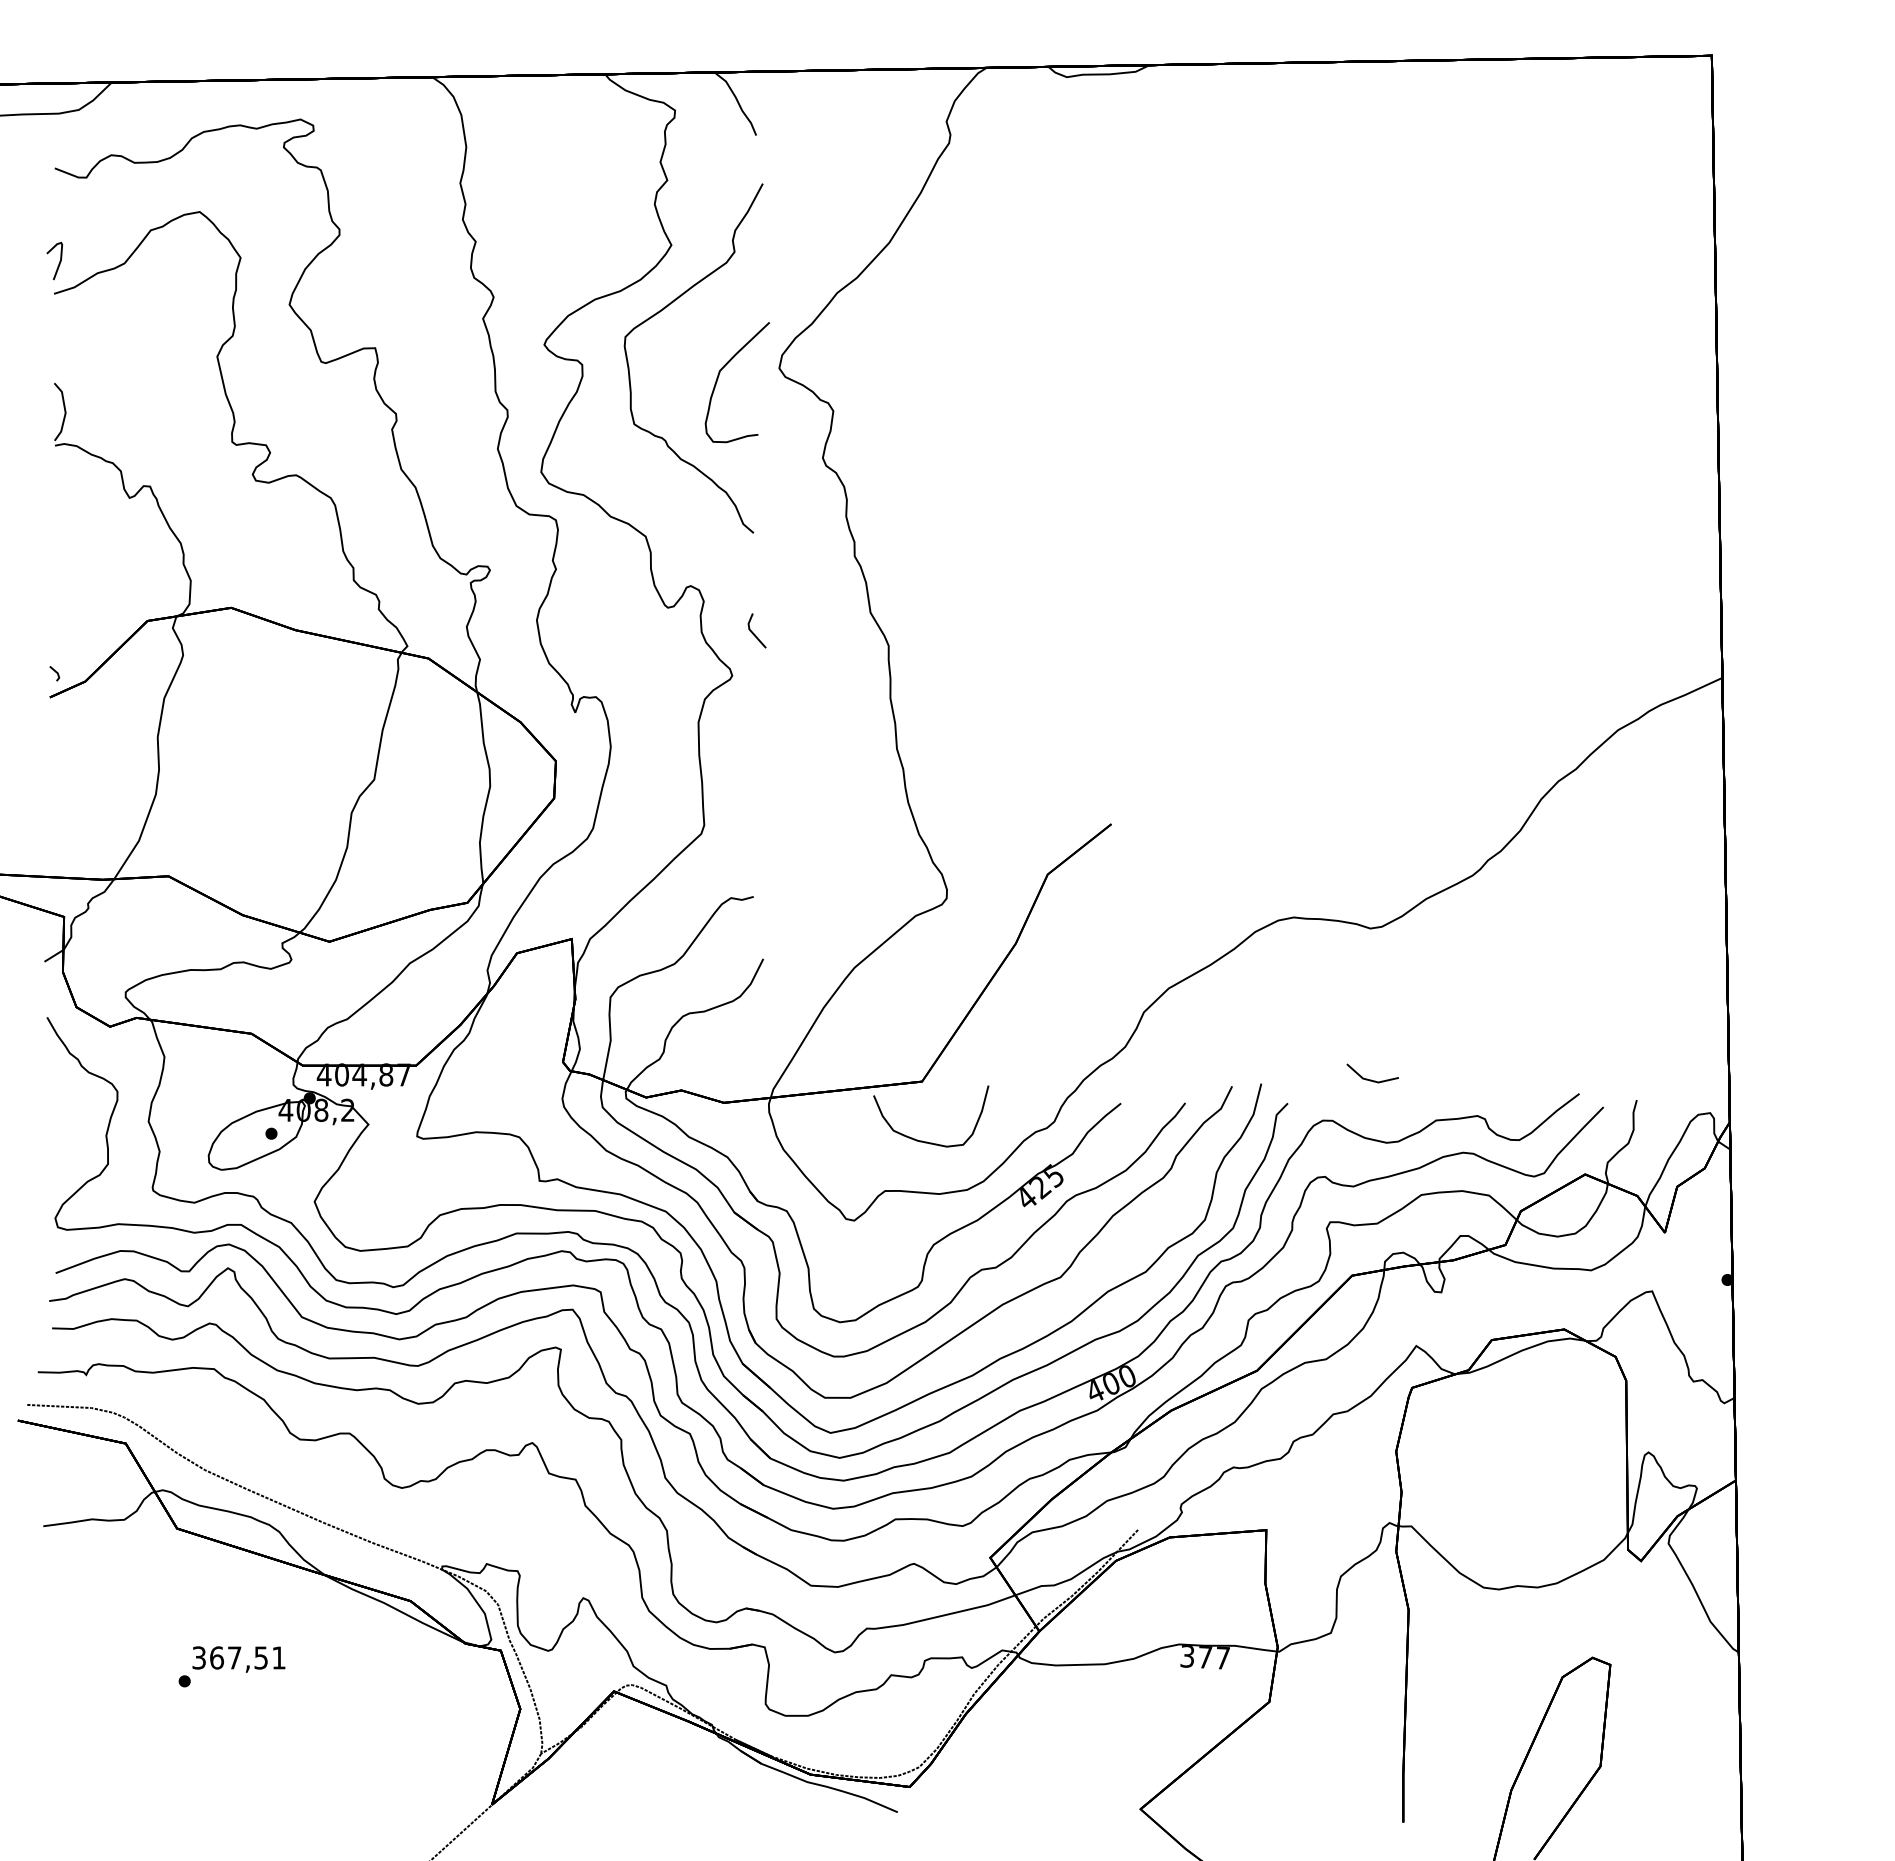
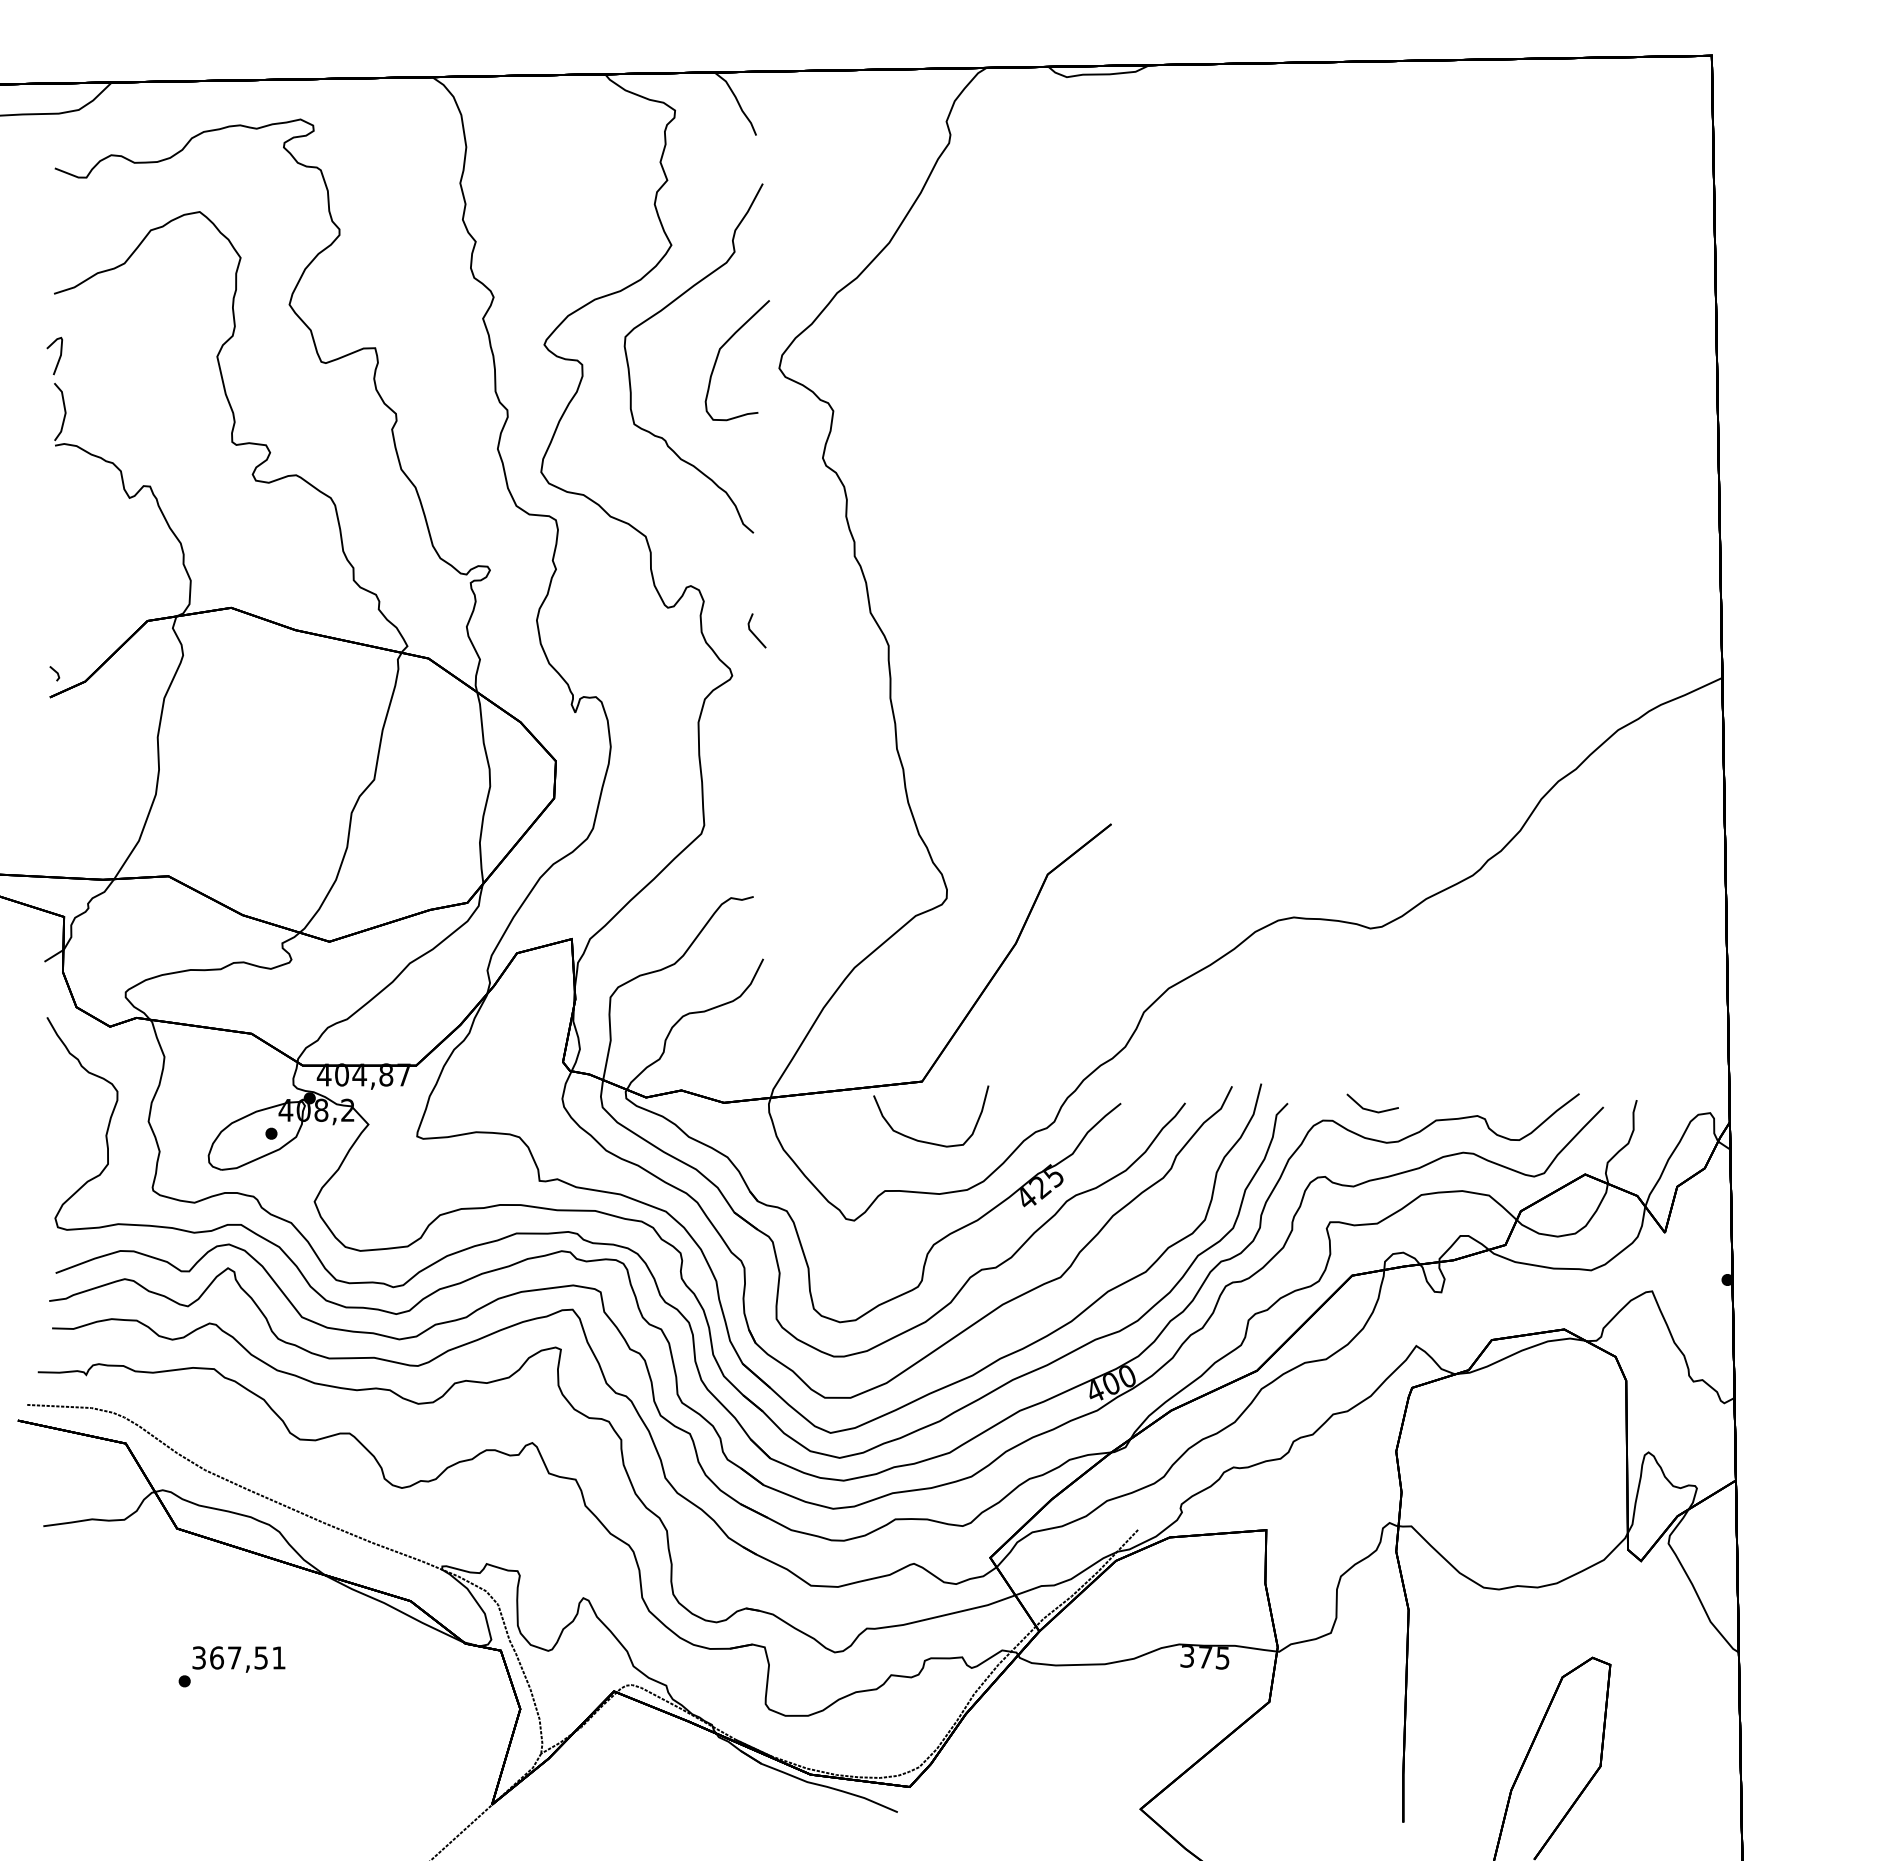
curve at (59, 260) position: (59, 260) -> (59, 355)
curve at (719, 376) position: (719, 376) -> (719, 354)
line at (1371, 1079) position: (1371, 1079) -> (1371, 1109)
text at (1222, 1658): 377 -> 375
